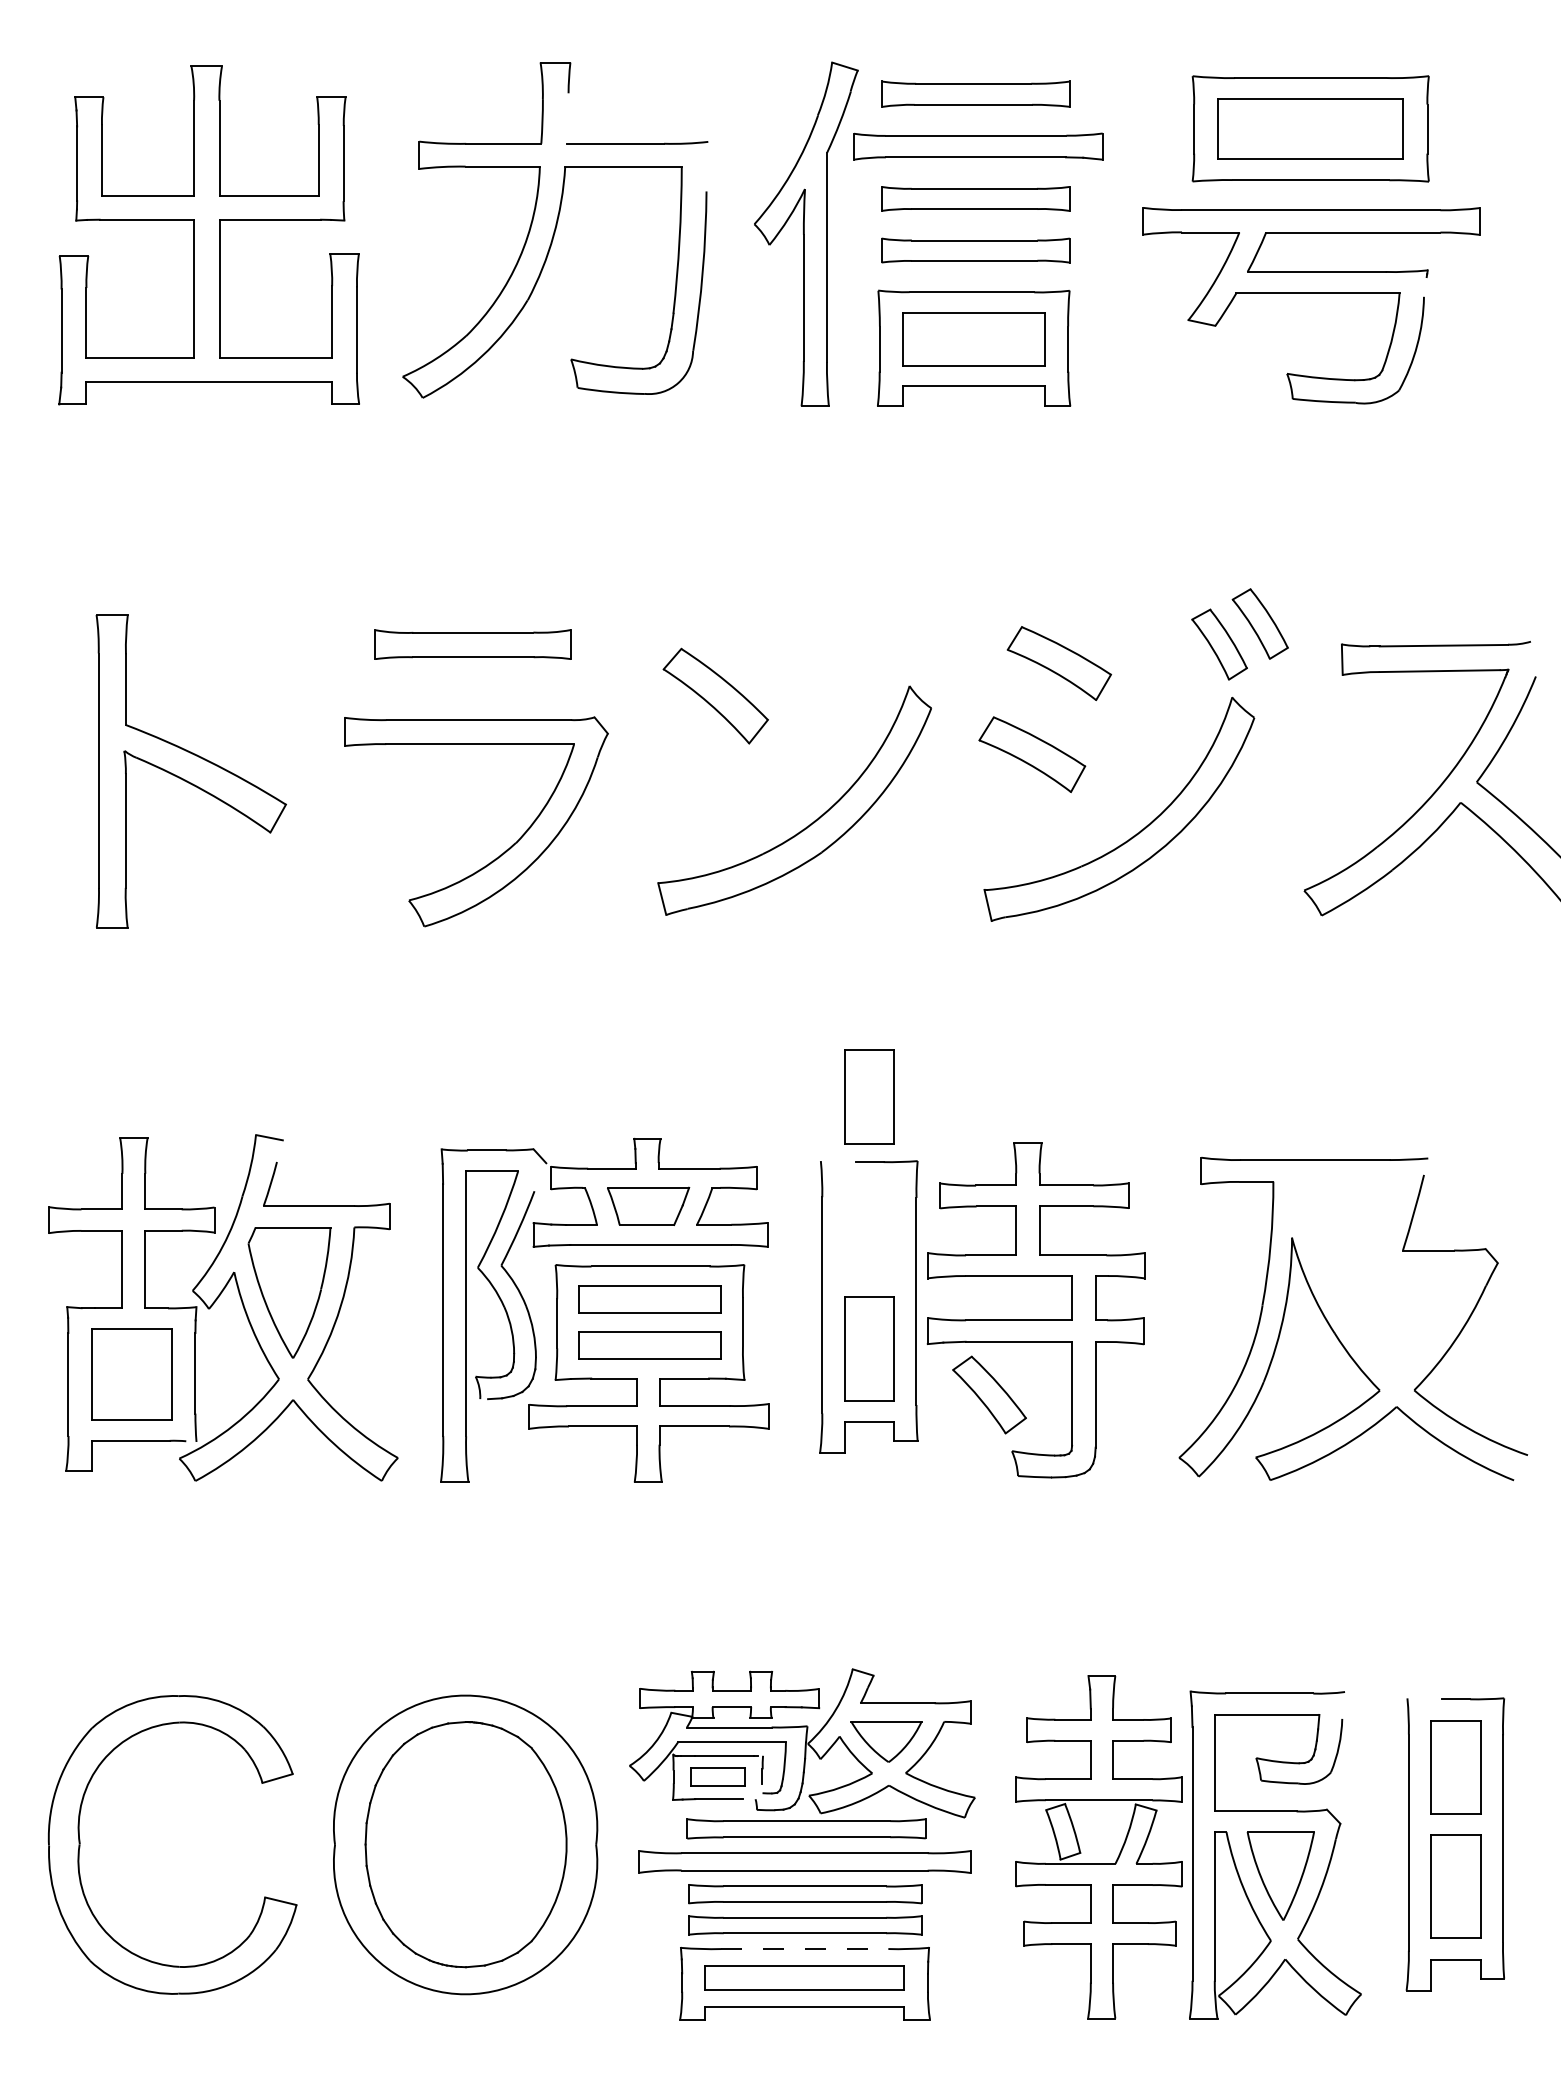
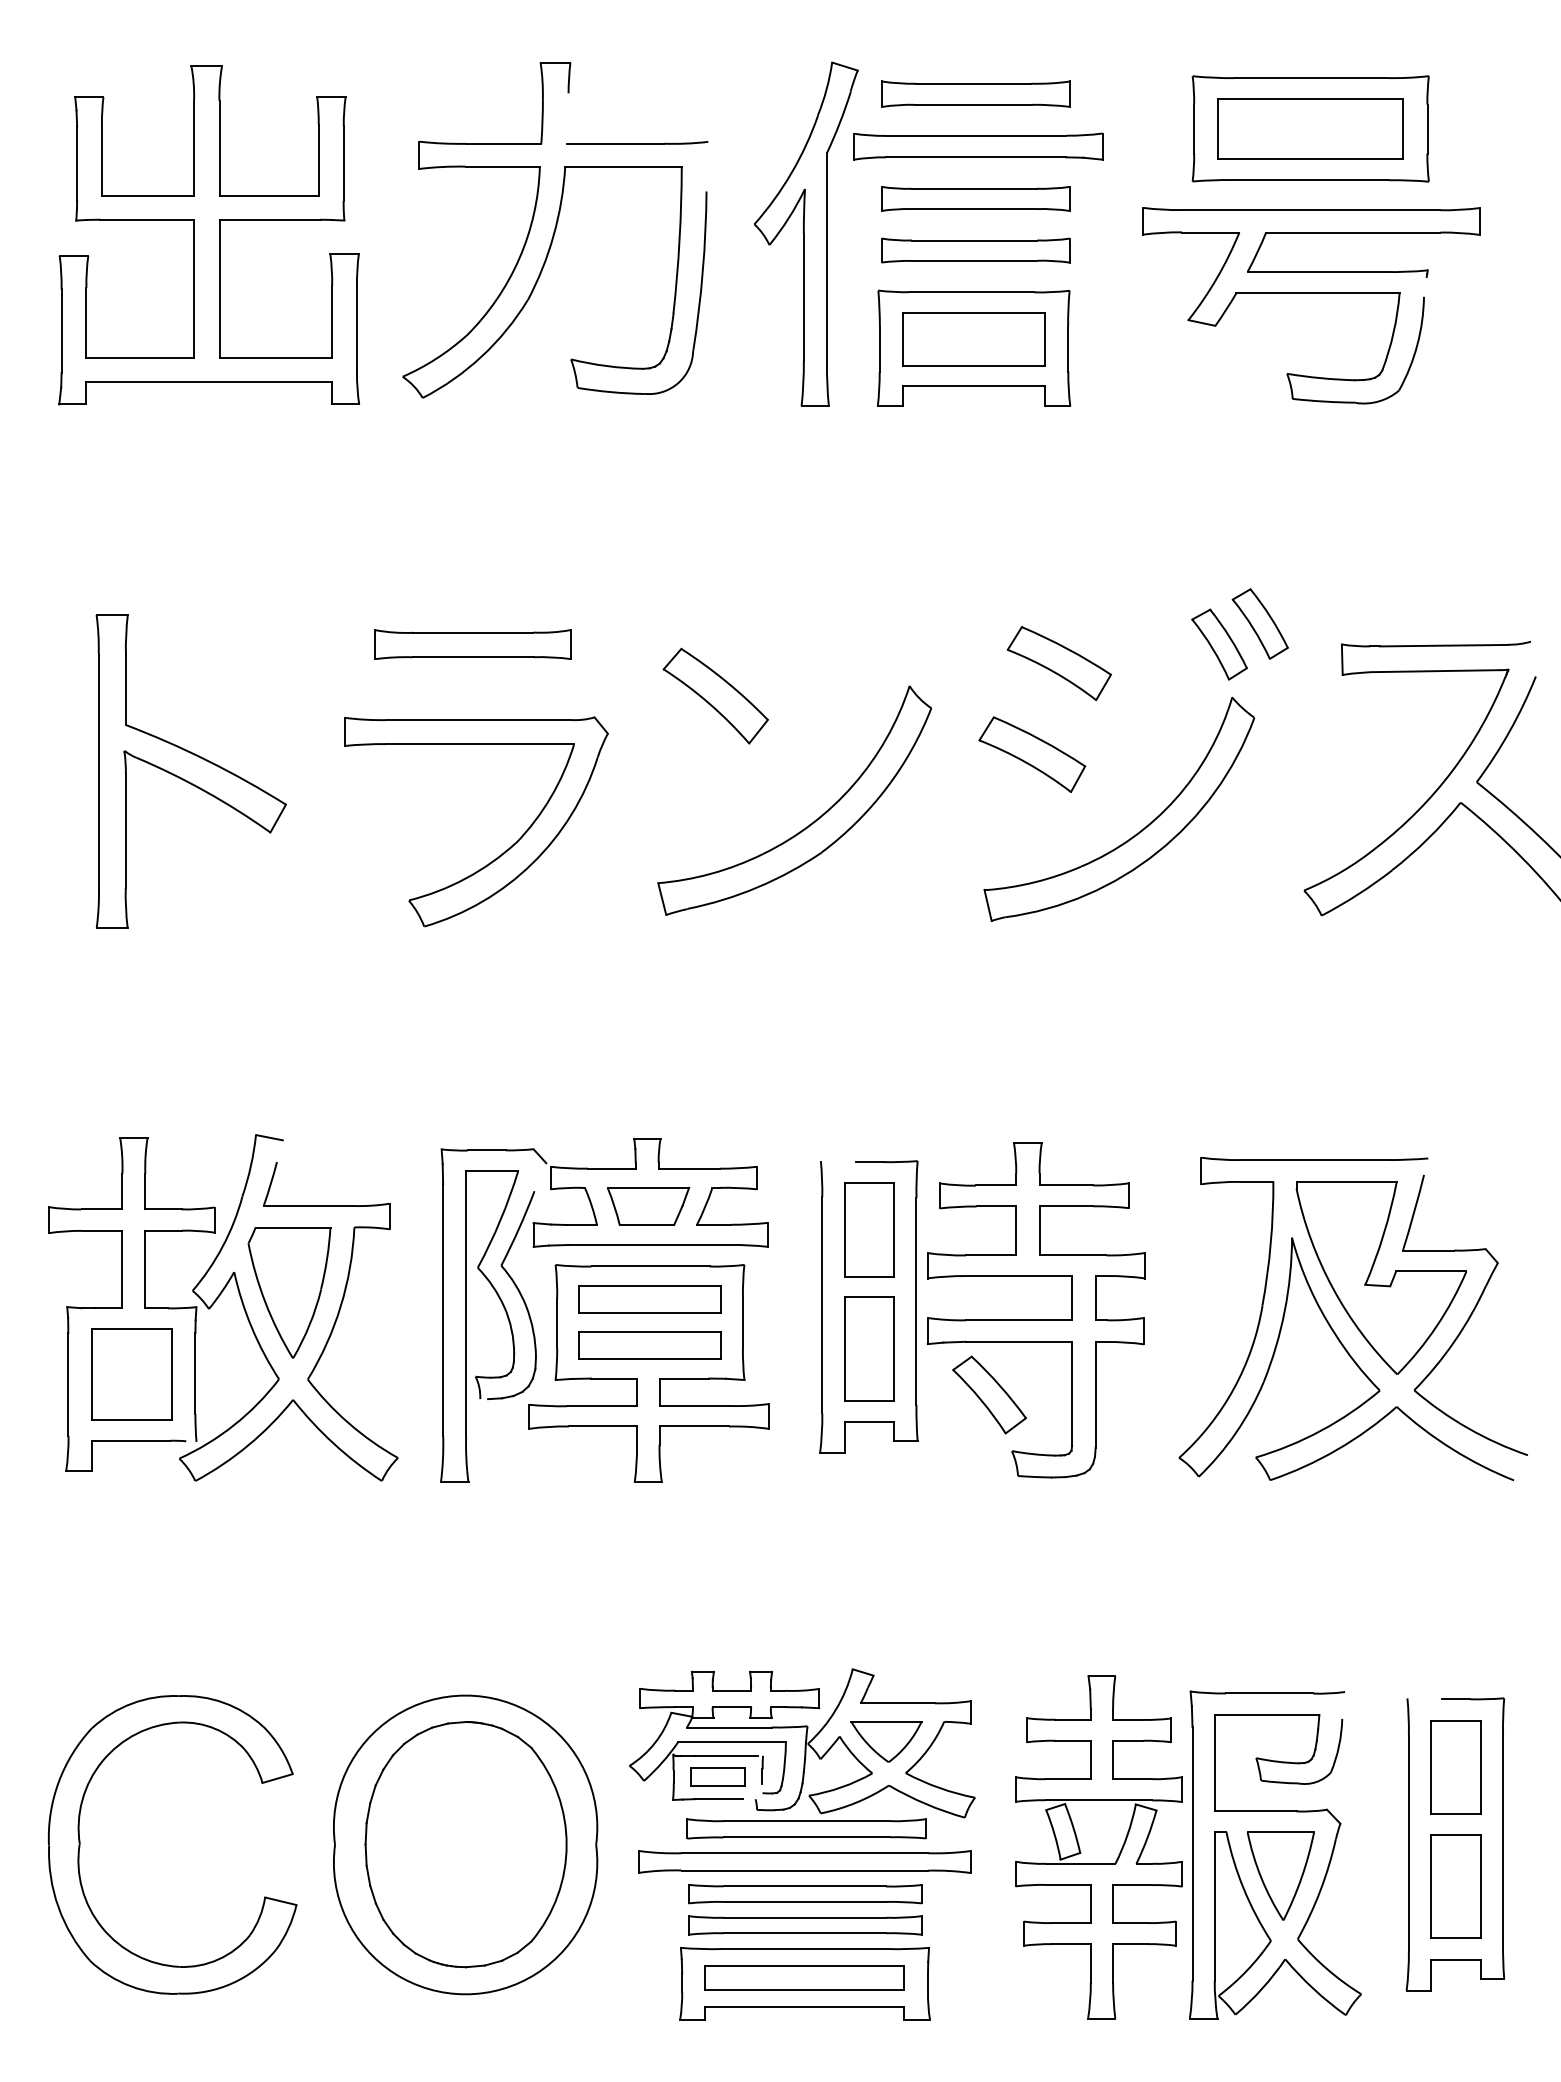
part at (869, 1096) position: (869, 1096) -> (869, 1229)
part at (1380, 1284): none -> present
line at (804, 1949): dashed -> solid
